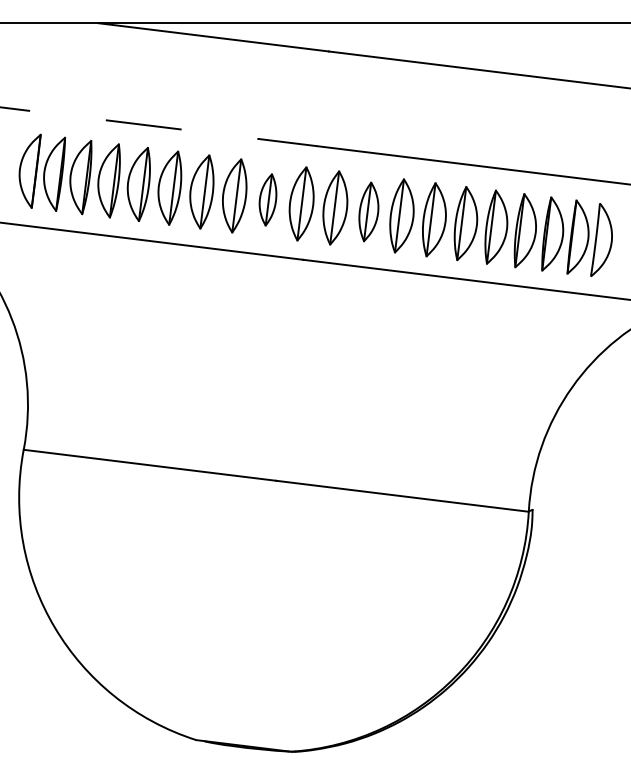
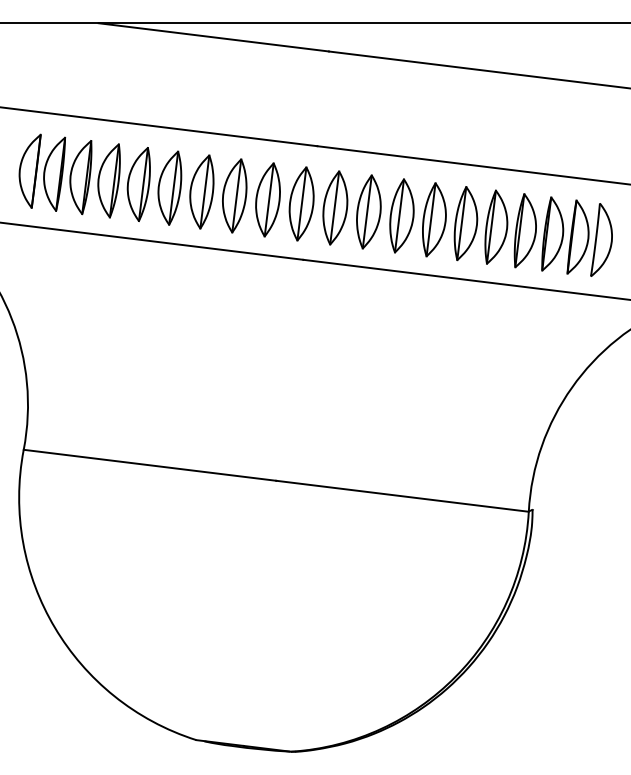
line at (159, 126): dashed -> solid
part at (267, 199) size: 20x54 px -> 26x76 px
part at (368, 211) size: 22x62 px -> 26x76 px
